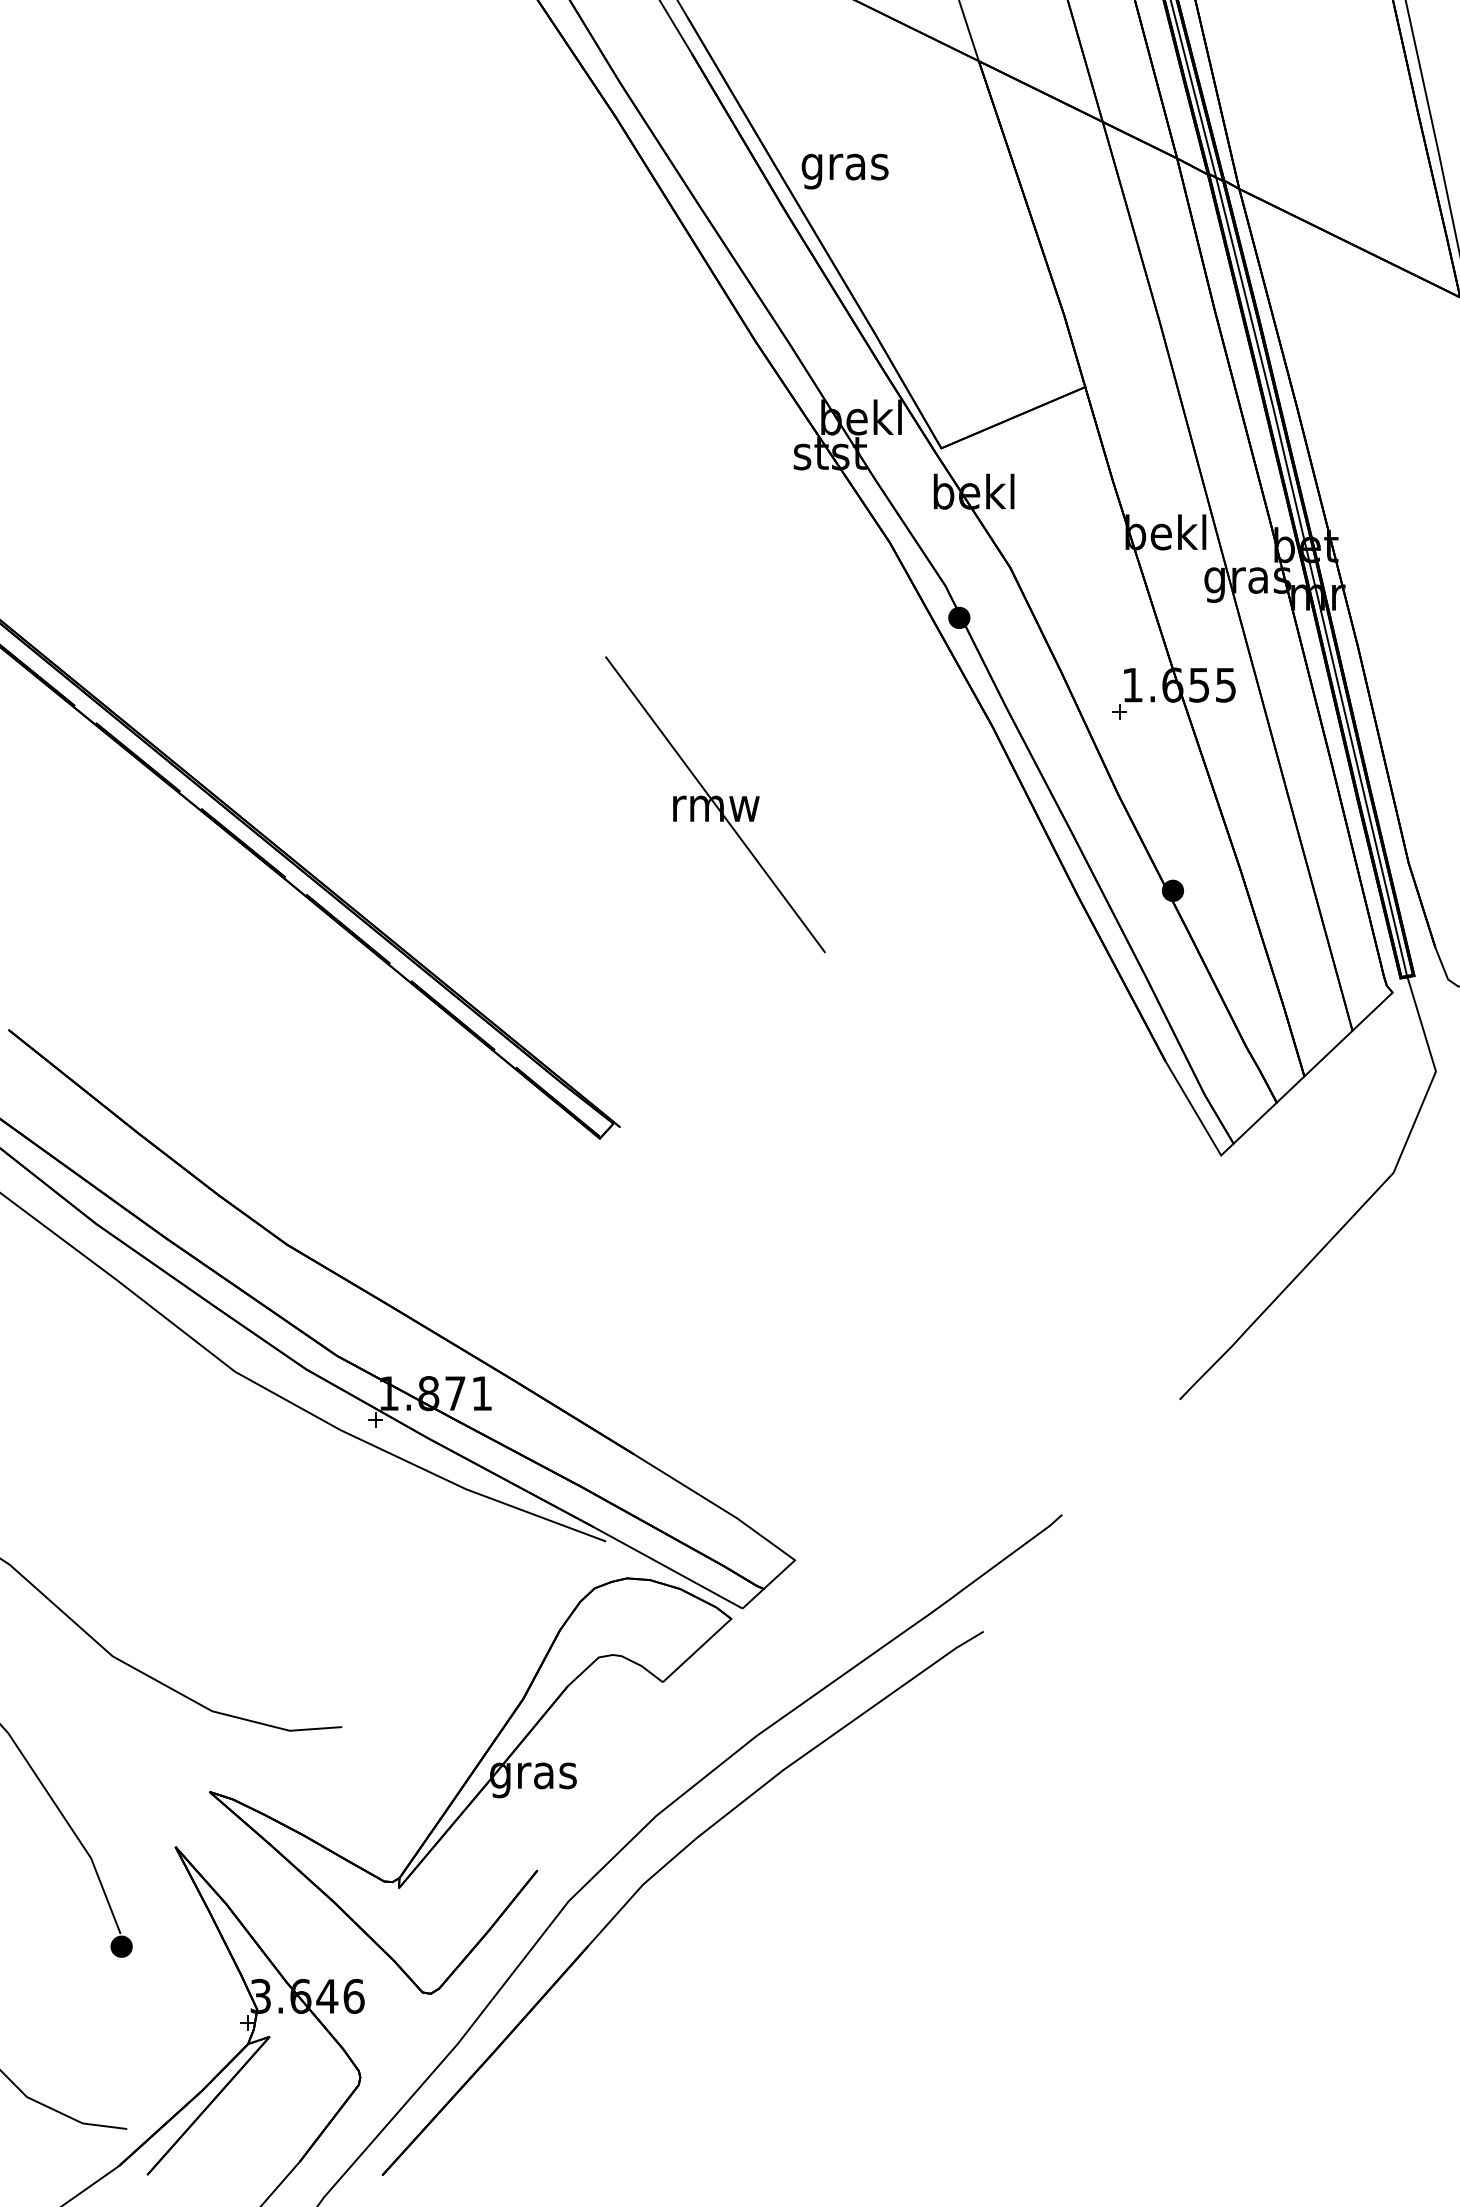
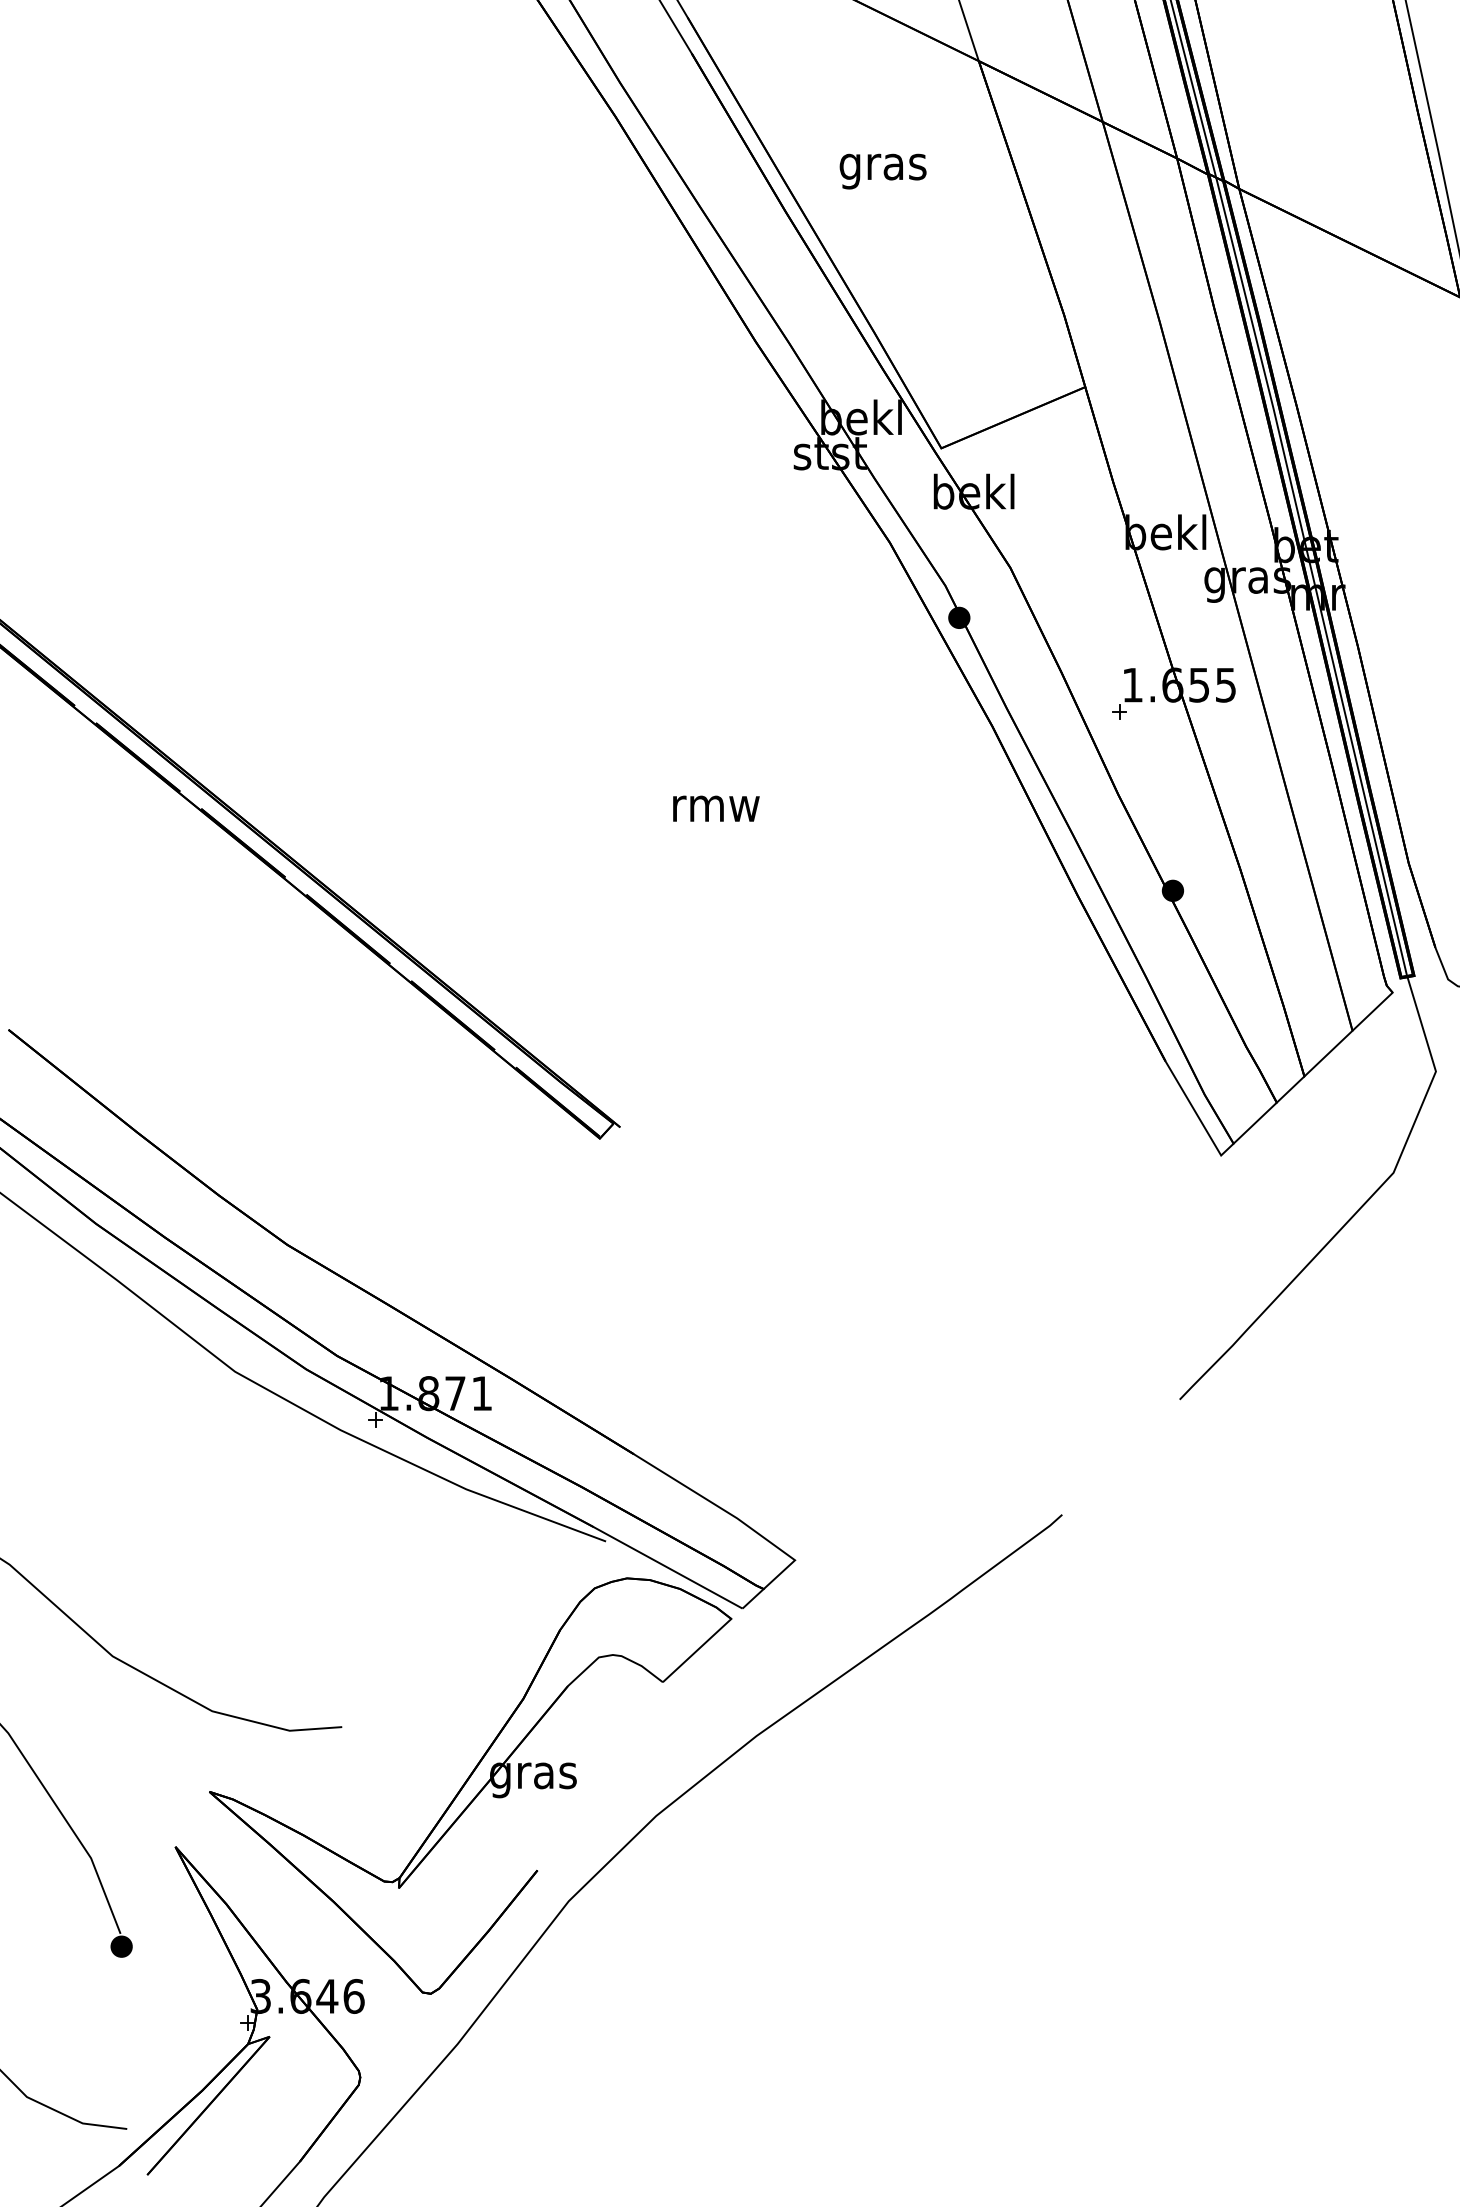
text at (844, 171) position: (844, 171) -> (882, 171)
line at (715, 804): present -> none
part at (655, 1875): present -> none
